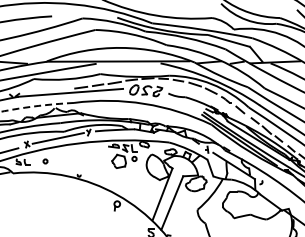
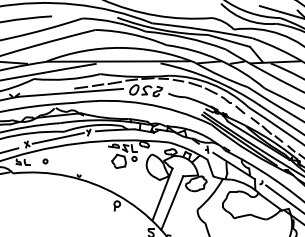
line at (280, 12): none -> present
arc at (36, 106): dashed -> solid
line at (283, 198): none -> present
